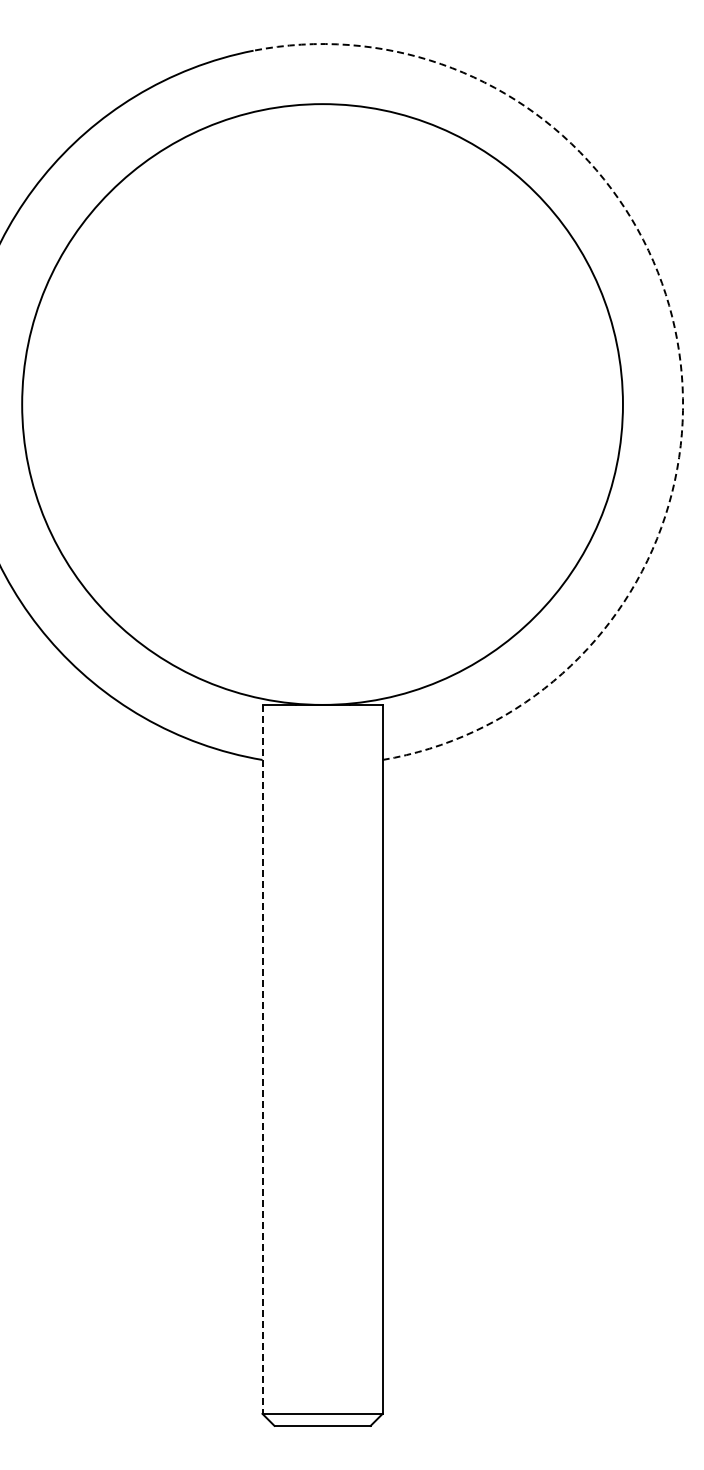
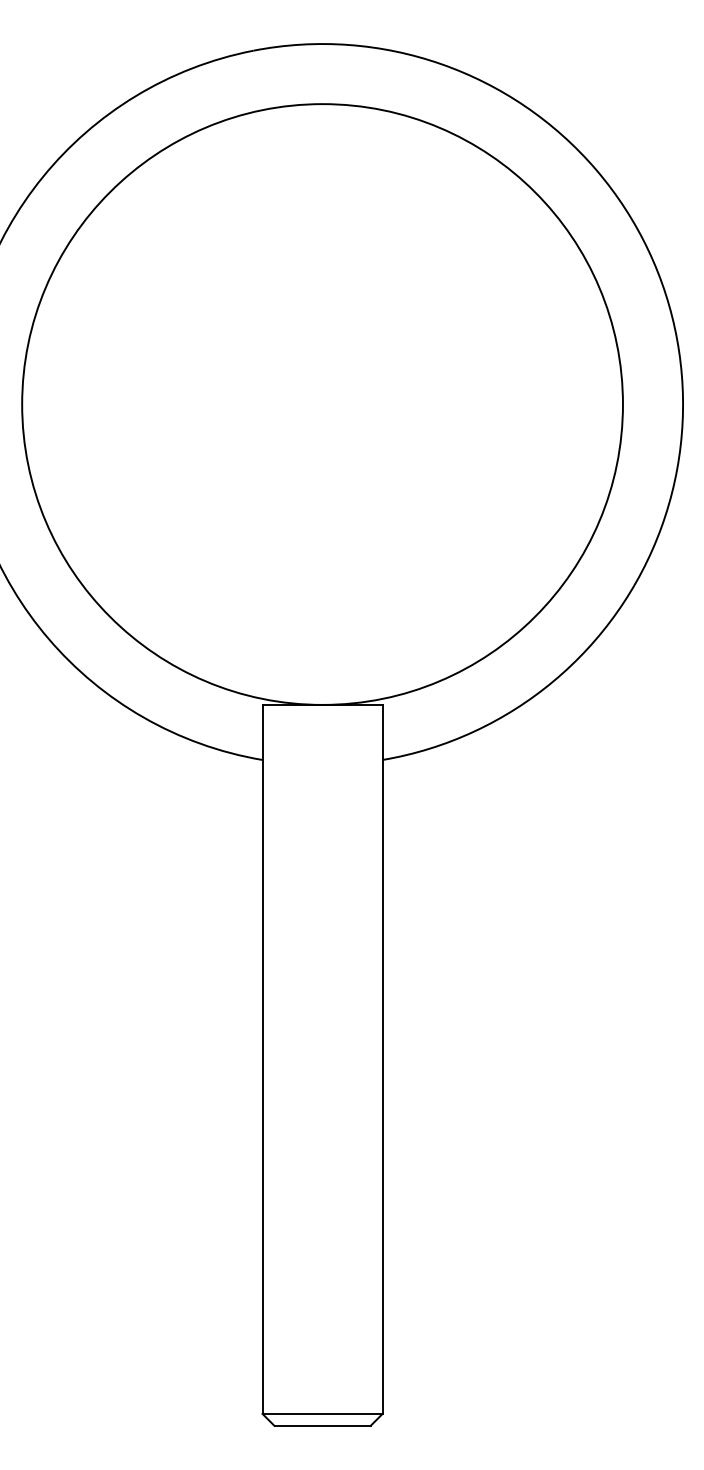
arc at (677, 339): dashed -> solid
line at (262, 1059): dashed -> solid
